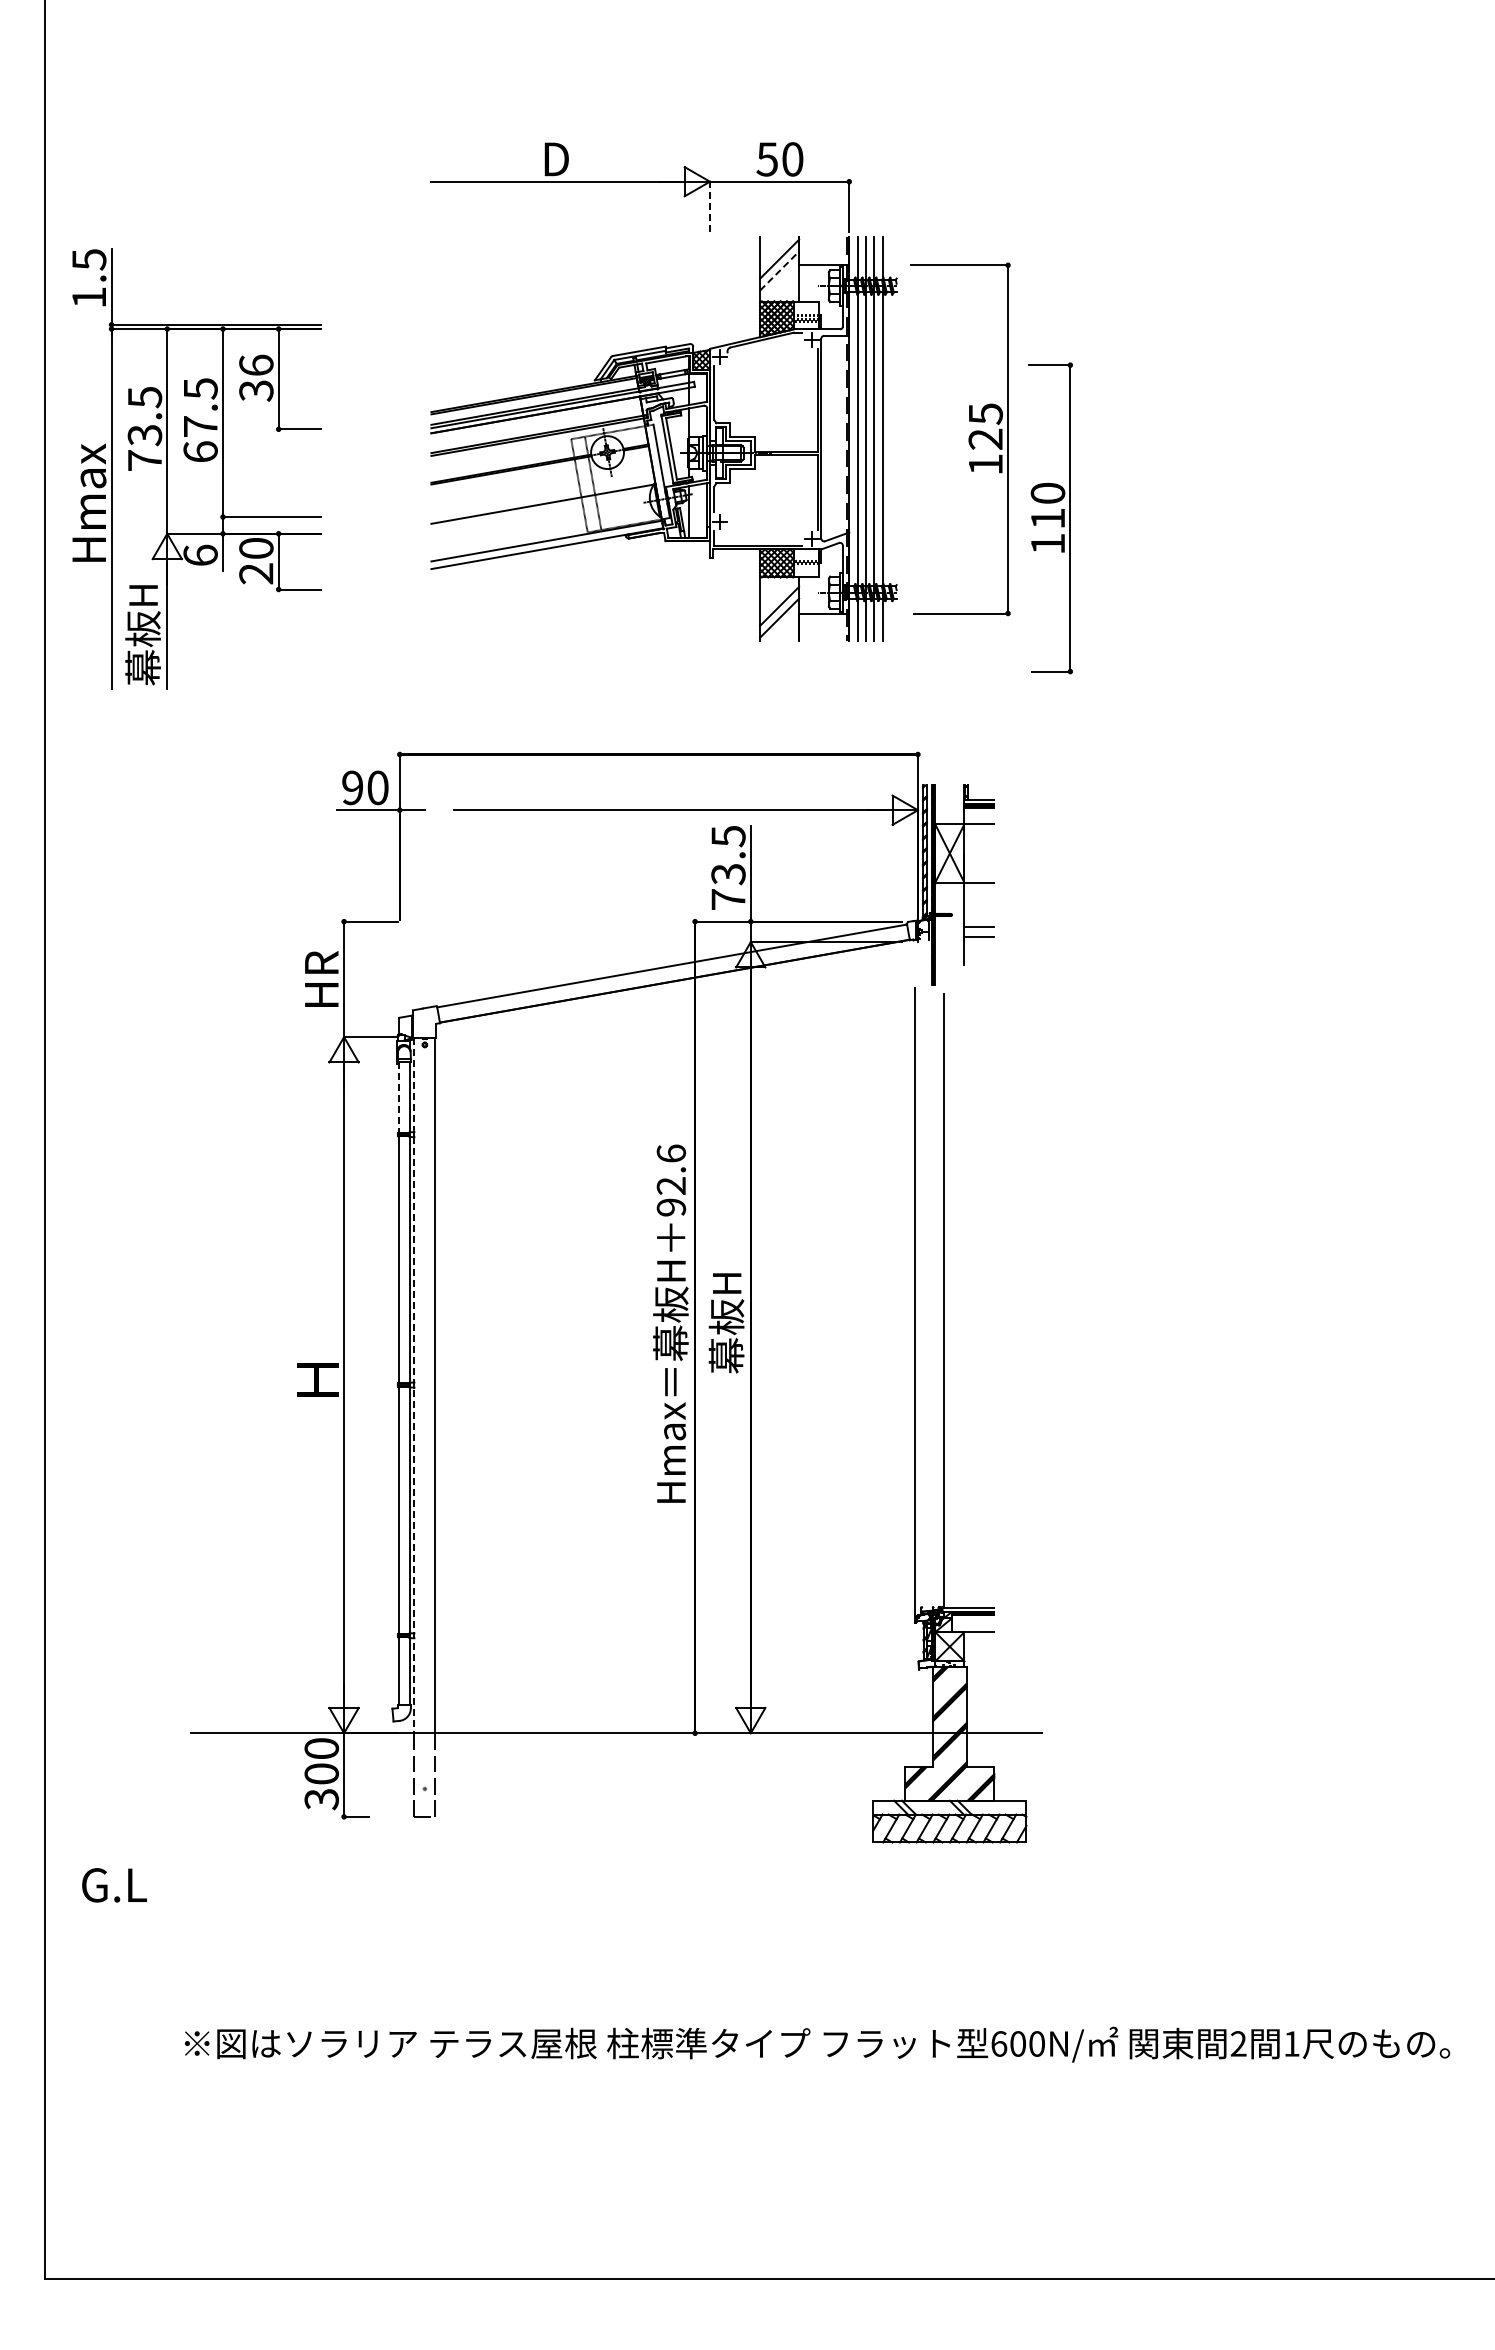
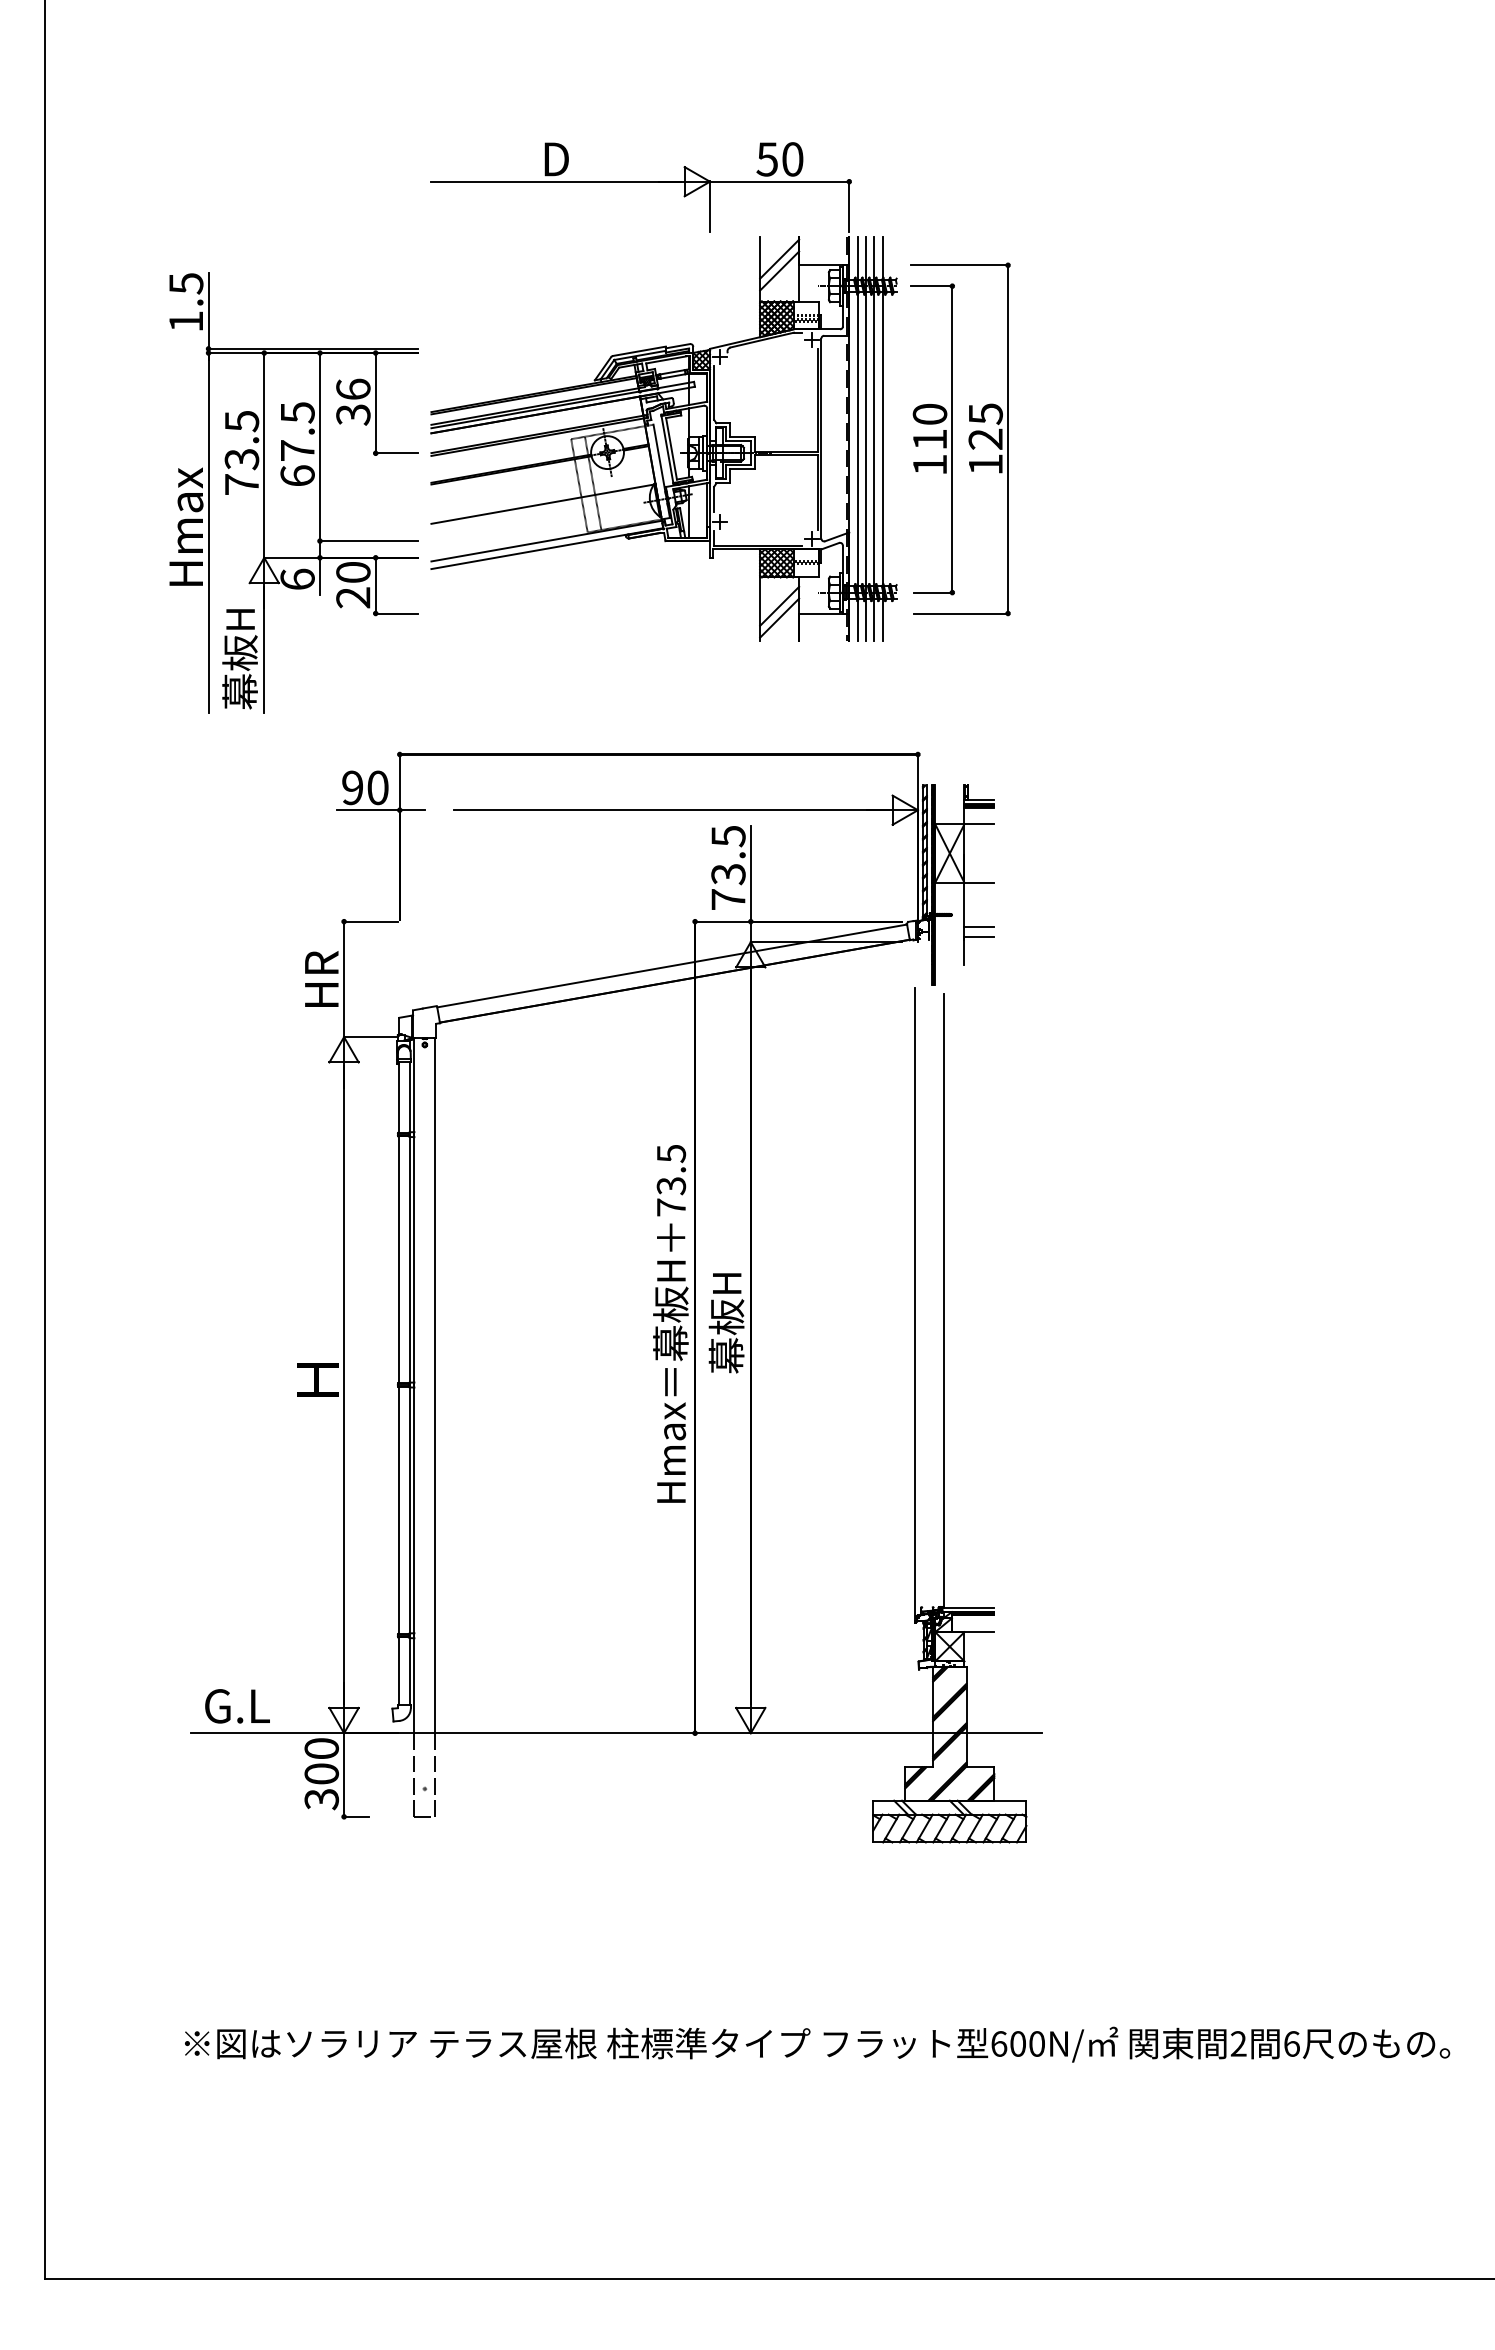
line at (710, 206): dashed -> solid
line at (779, 271): dashed -> solid
part at (196, 468) position: (196, 468) -> (293, 492)
part at (1050, 518) position: (1050, 518) -> (932, 439)
line at (398, 1097): dashed -> solid
text at (671, 1180): 92.6 -> 73.5
line at (414, 1385): dashed -> solid
text at (114, 1885) position: (114, 1885) -> (237, 1706)
text at (1291, 2043): 1 -> 6
